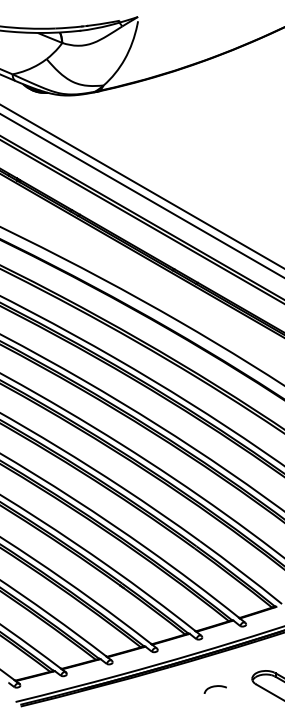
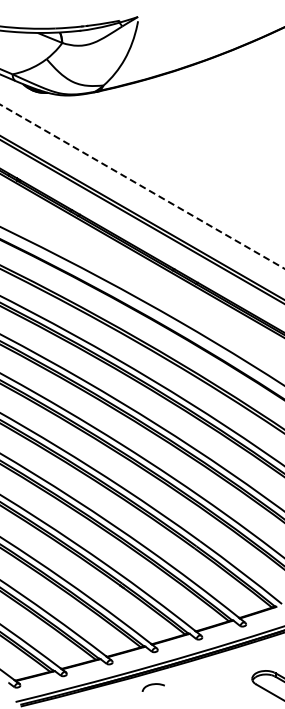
line at (142, 187): solid -> dashed
line at (141, 195): present -> none
curve at (214, 687) position: (214, 687) -> (152, 685)
